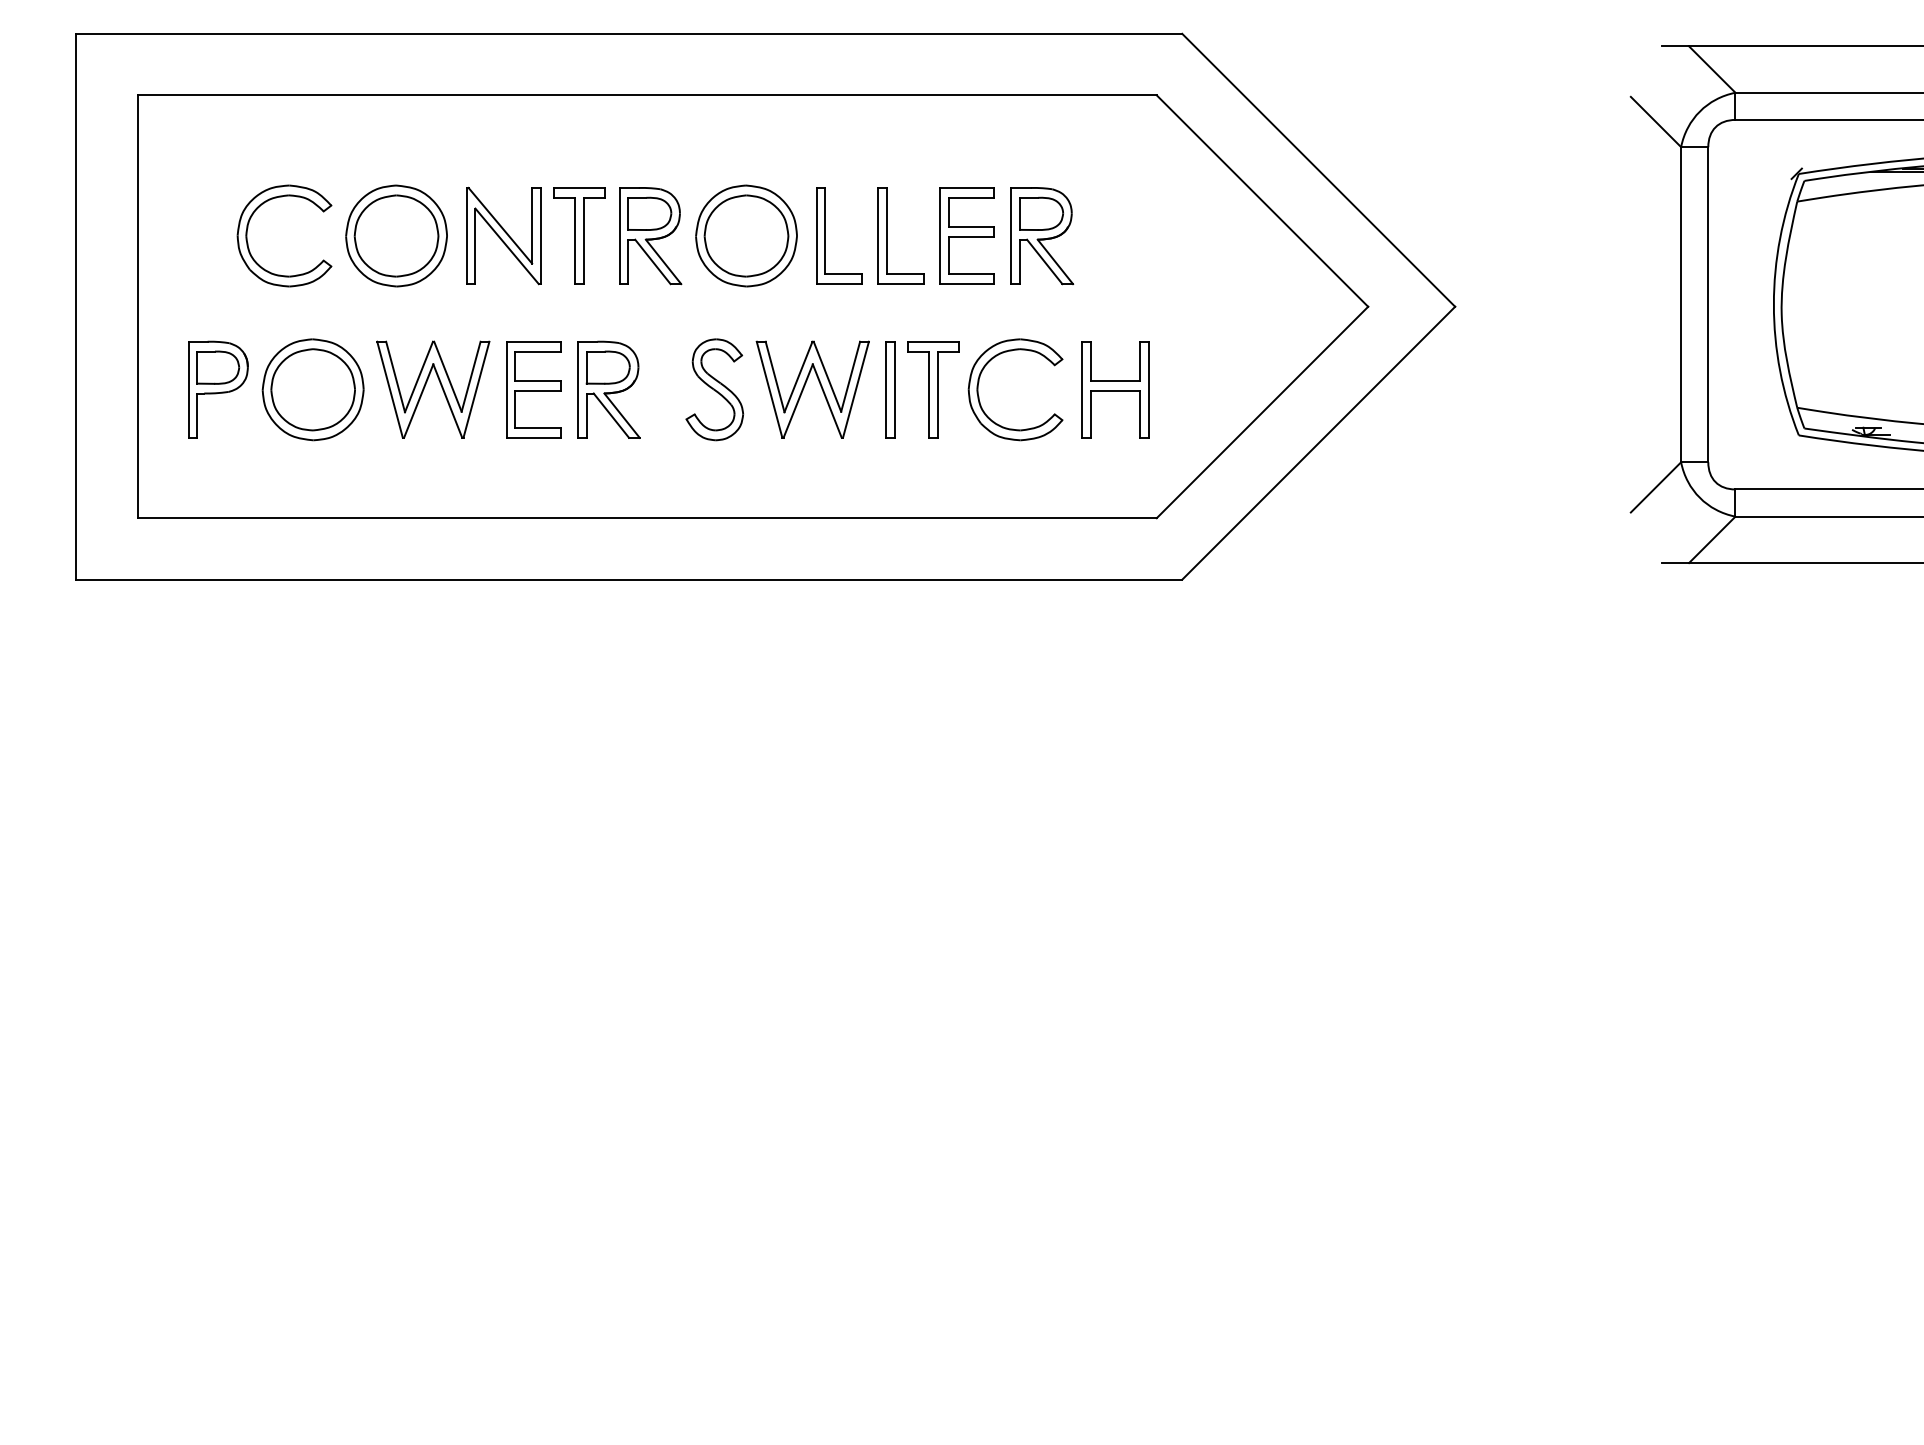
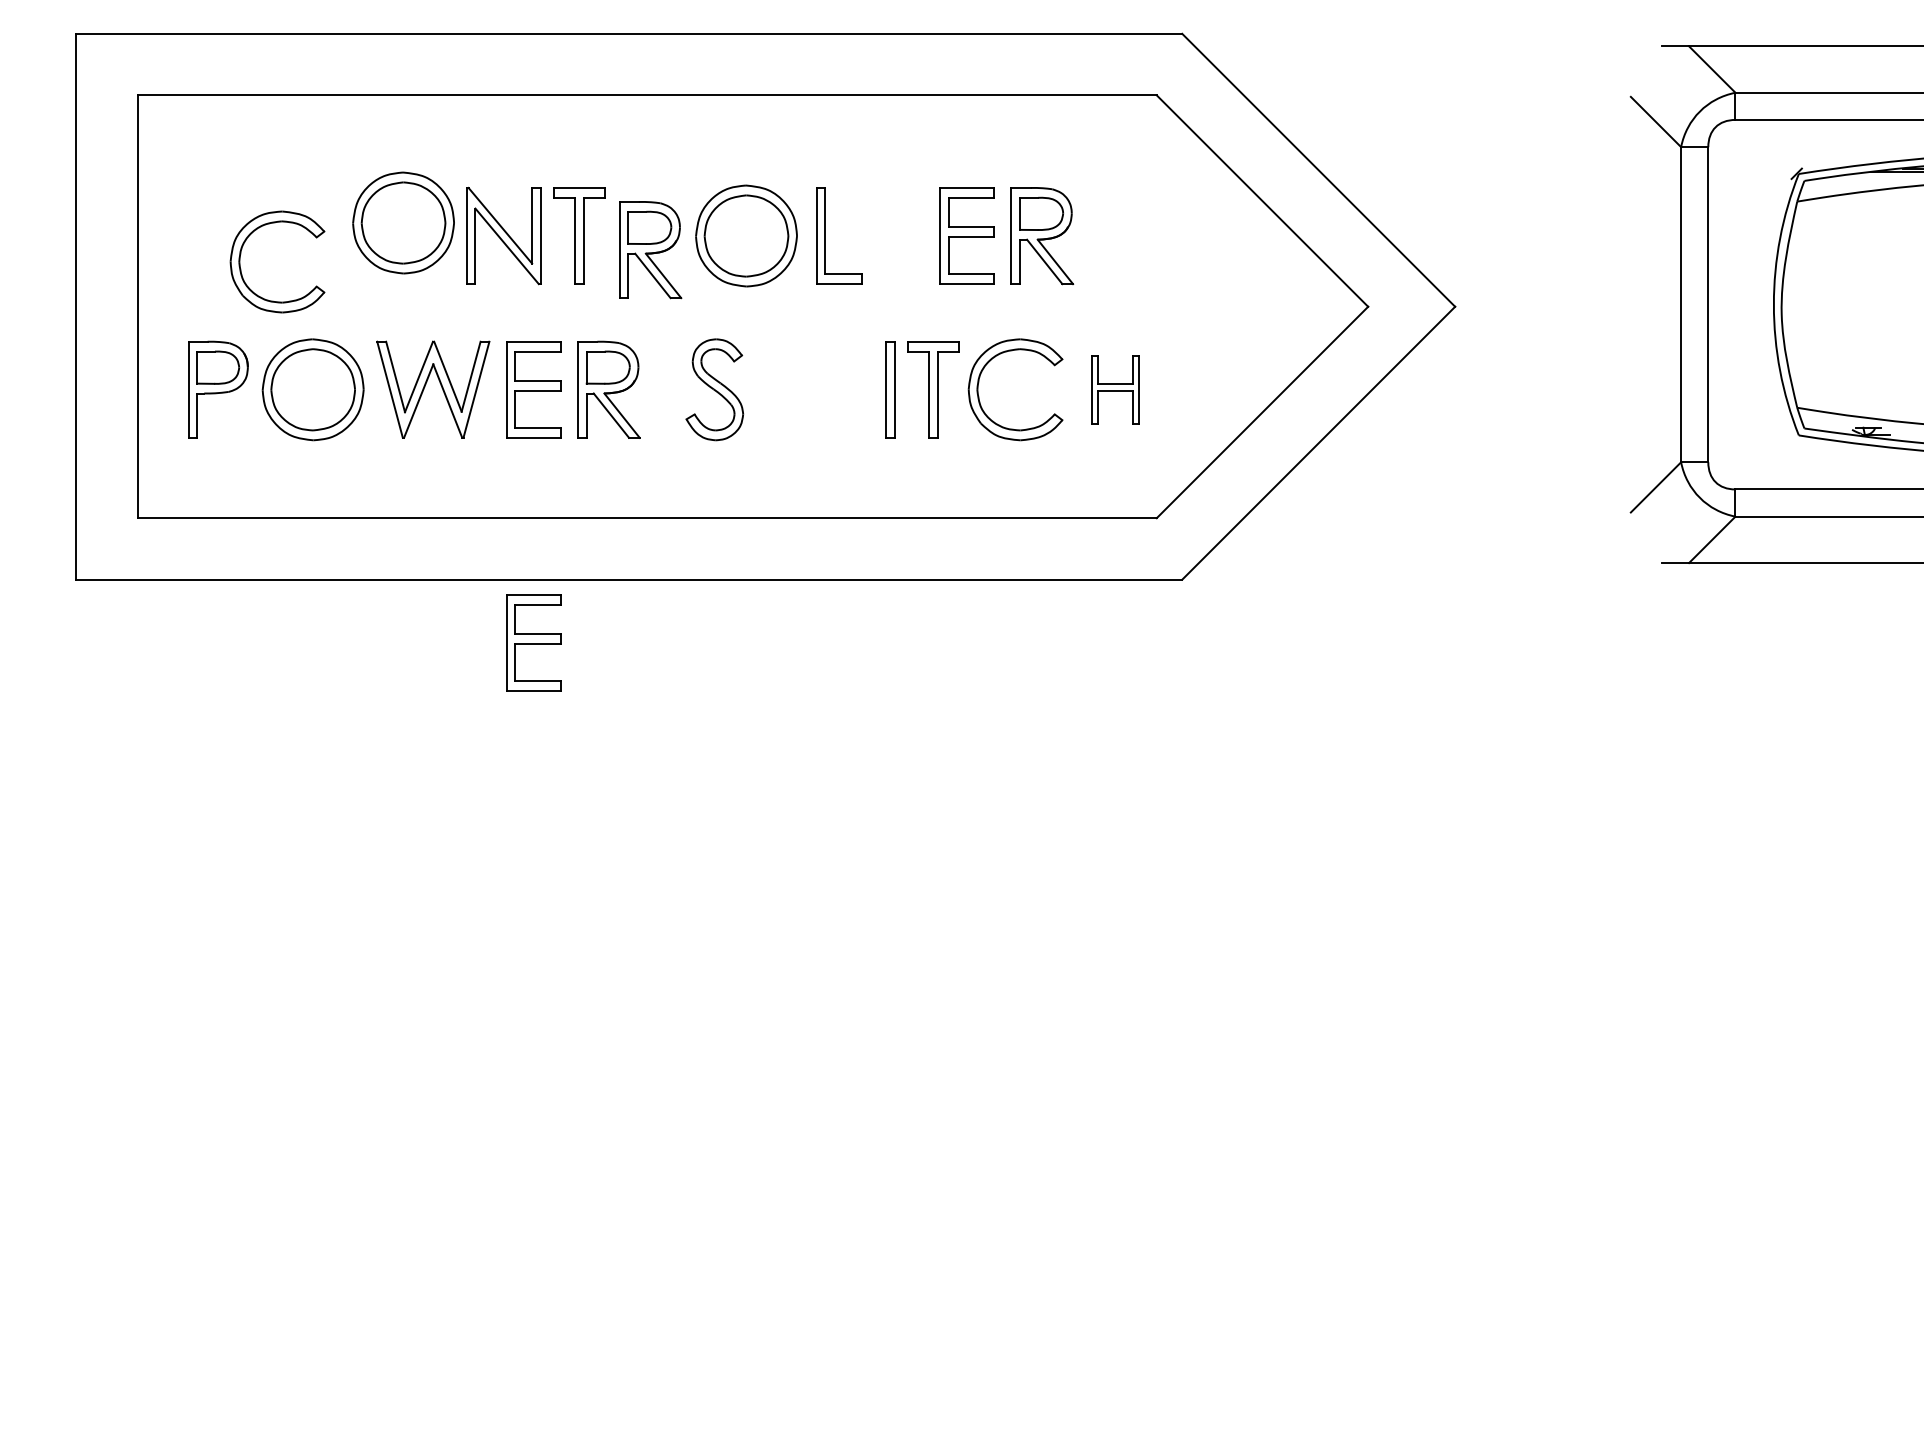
part at (248, 228) position: (248, 228) -> (241, 254)
part at (396, 235) position: (396, 235) -> (403, 222)
part at (887, 235): present -> none
part at (650, 236) position: (650, 236) -> (650, 250)
part at (805, 385): present -> none
part at (1115, 389) size: 69x98 px -> 49x70 px
part at (533, 642): none -> present
